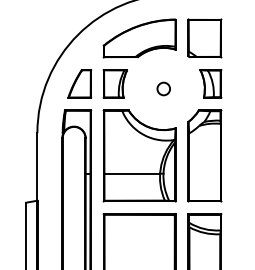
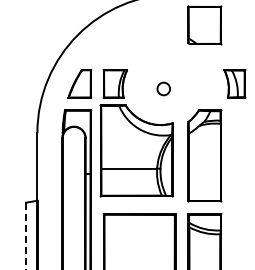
part at (139, 38): present -> none
part at (204, 38) position: (204, 38) -> (204, 25)
part at (210, 83) position: (210, 83) -> (234, 83)
part at (139, 155) position: (139, 155) -> (136, 150)
line at (26, 236): solid -> dashed
